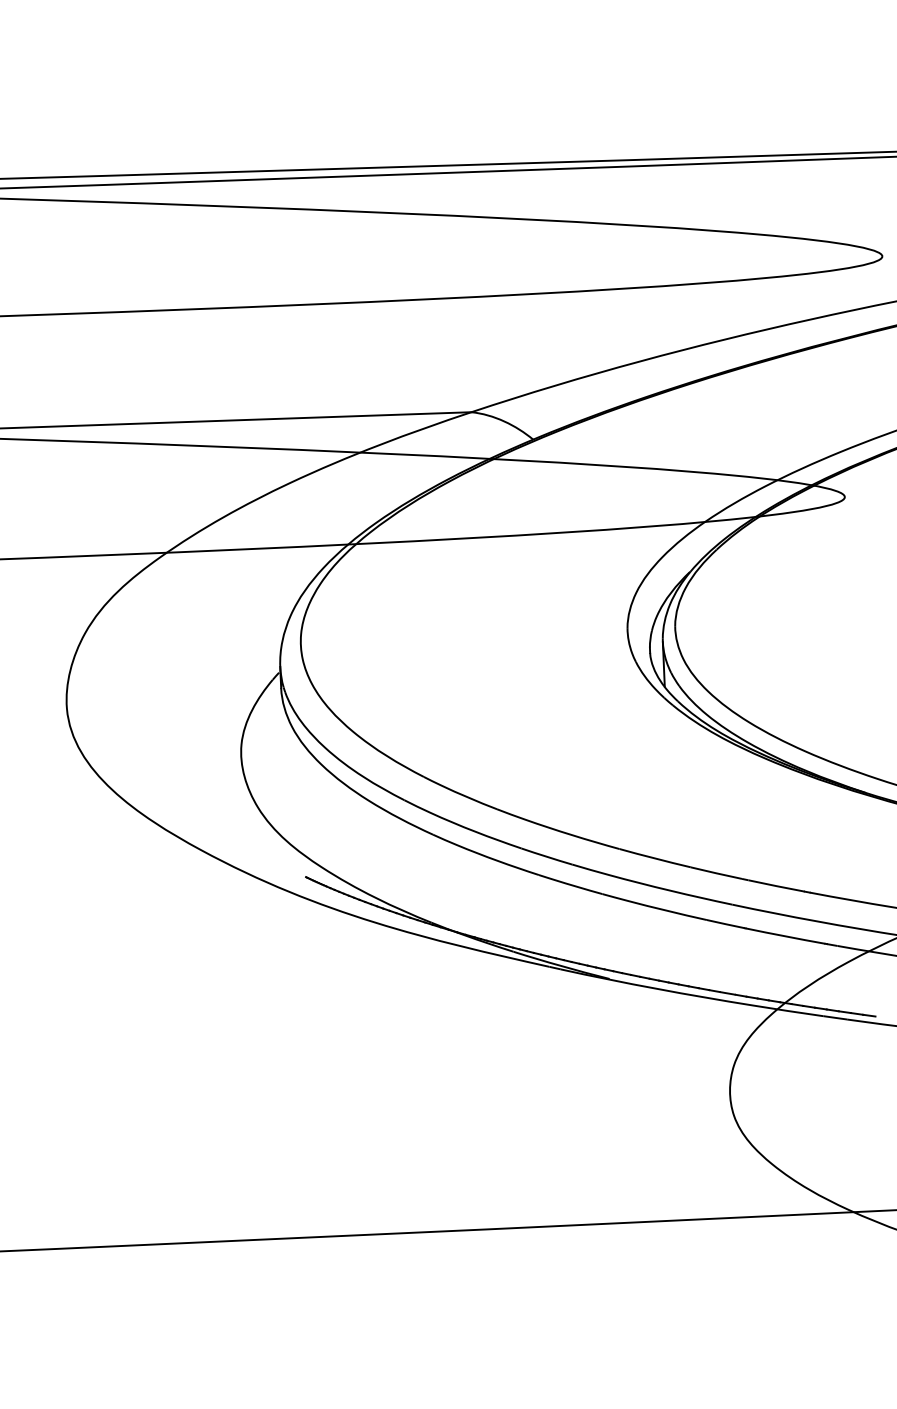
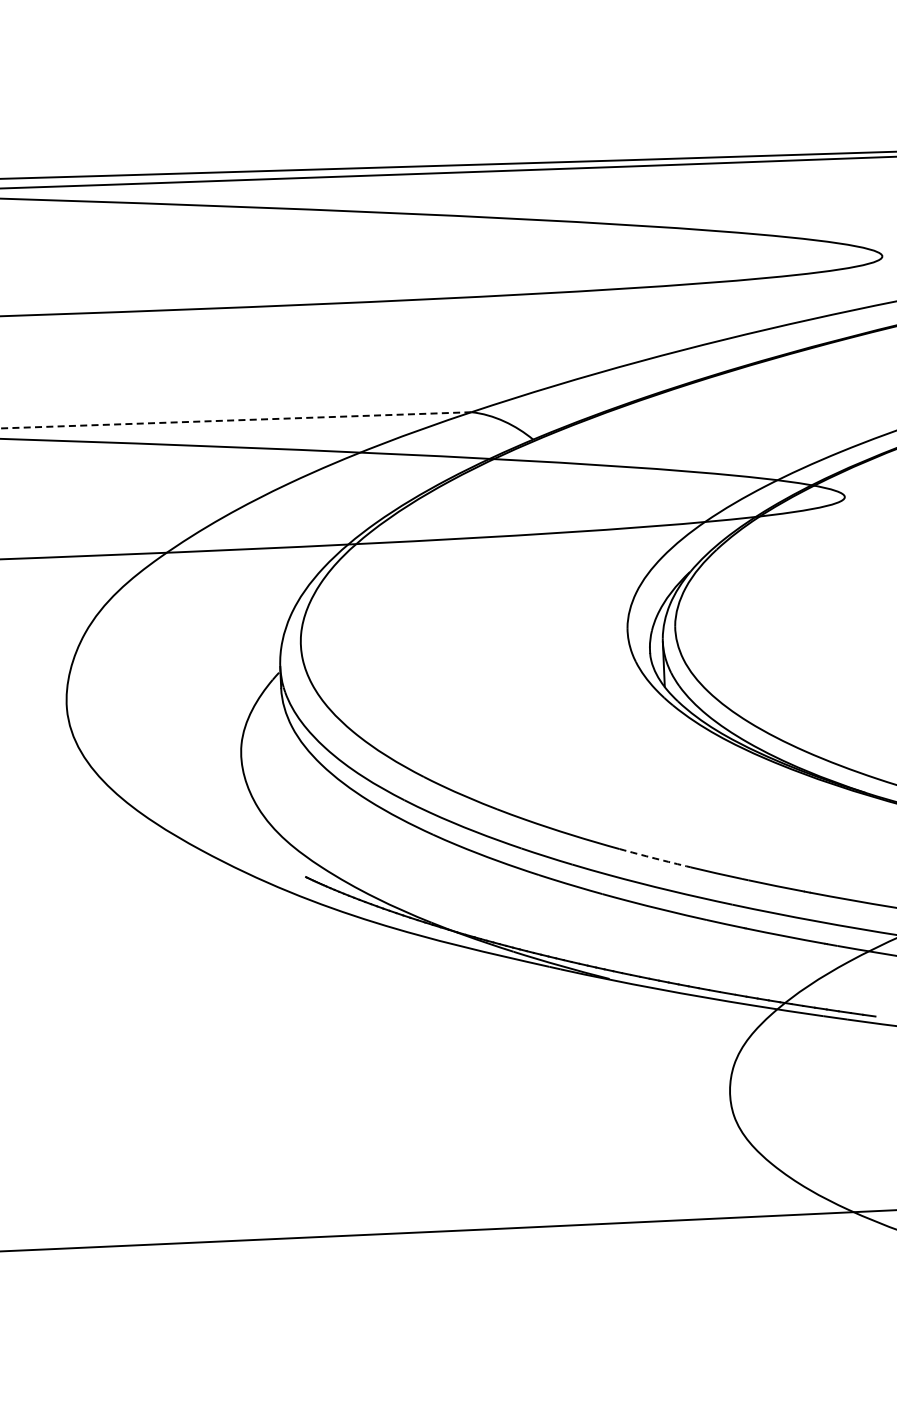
line at (235, 420): solid -> dashed
arc at (655, 858): solid -> dashed
